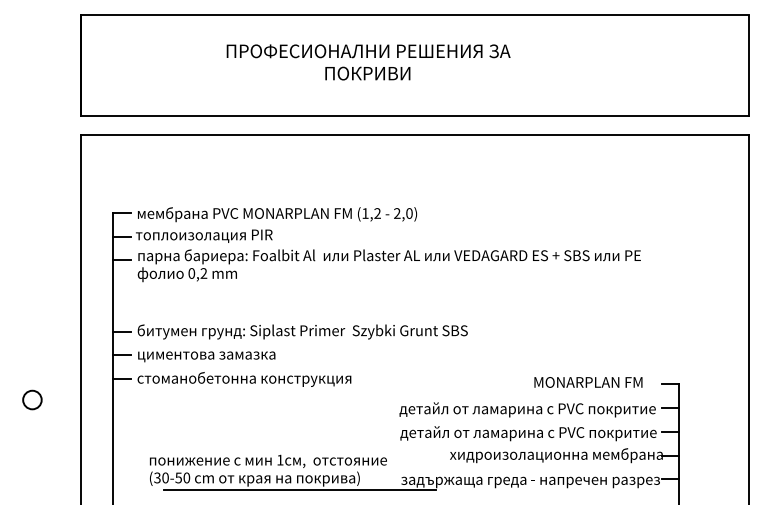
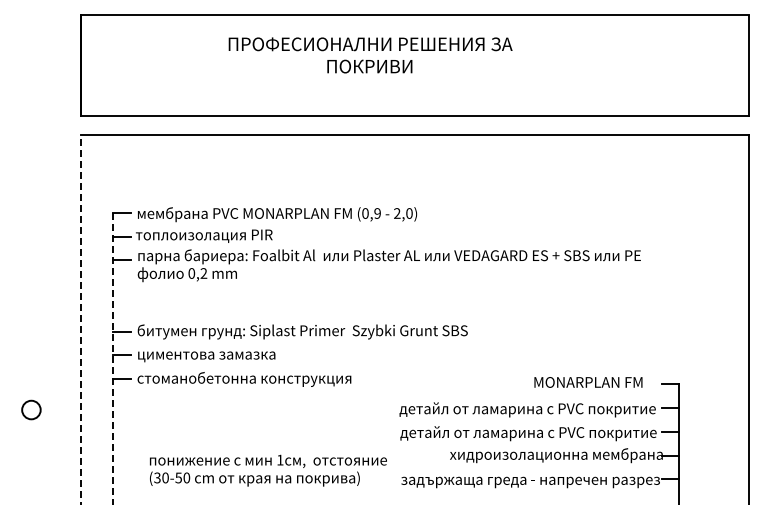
text at (368, 62) position: (368, 62) -> (370, 55)
text at (371, 213): (1,2 -> (0,9
line at (80, 319): solid -> dashed
line at (112, 358): solid -> dashed
circle at (32, 399) position: (32, 399) -> (31, 409)
line at (299, 489): present -> none
